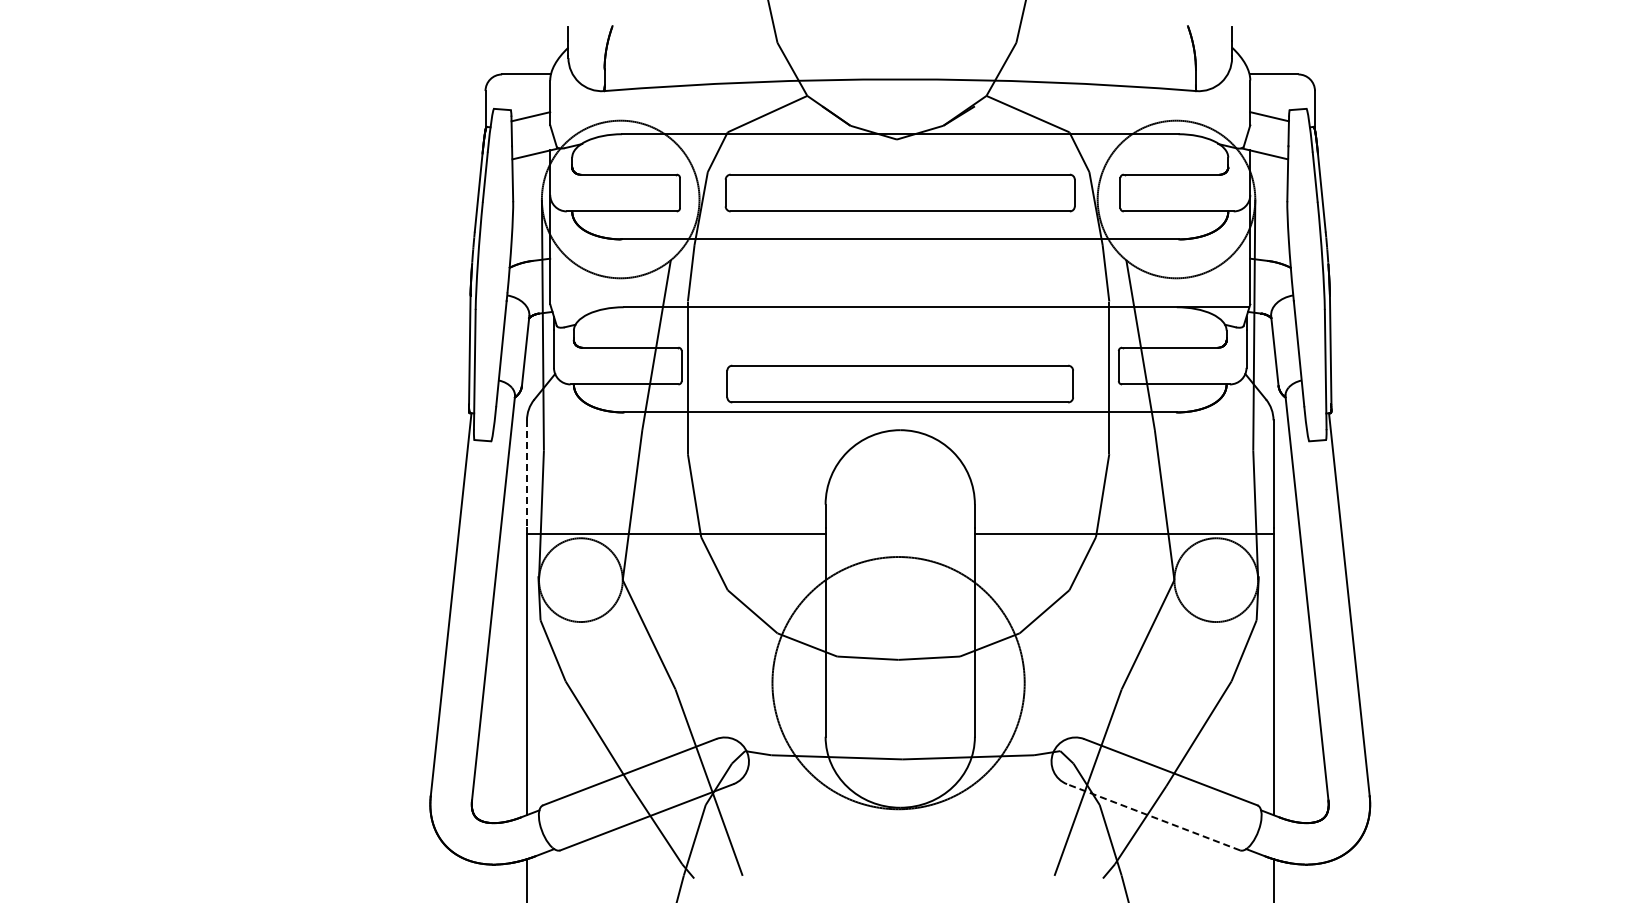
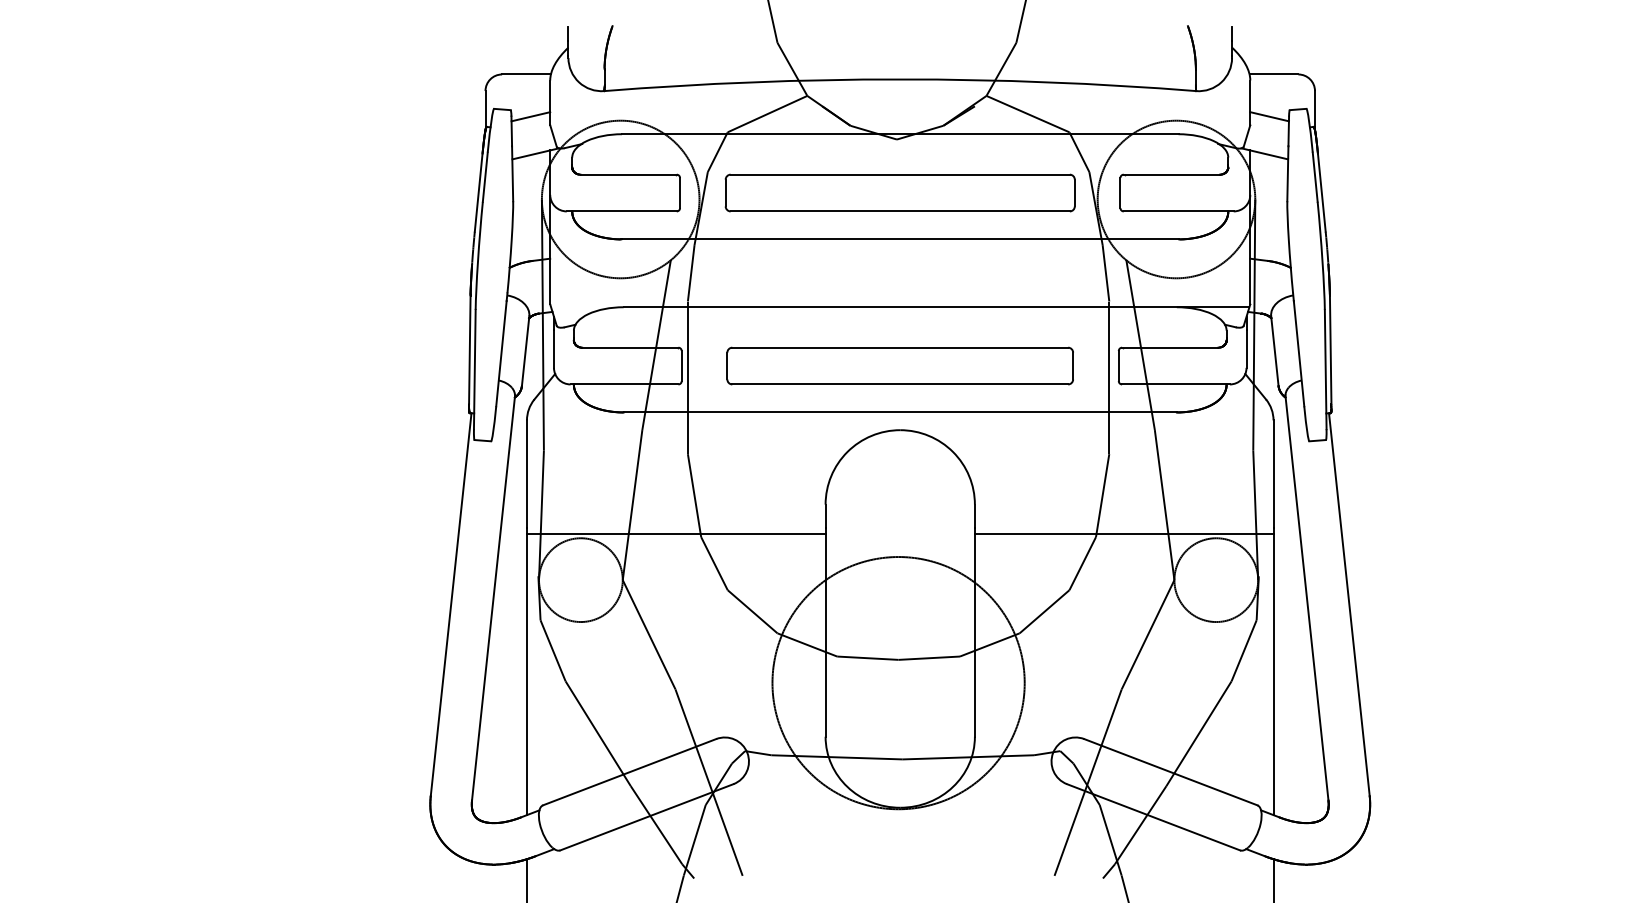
part at (899, 383) position: (899, 383) -> (899, 365)
line at (526, 474): dashed -> solid
line at (1153, 817): dashed -> solid
